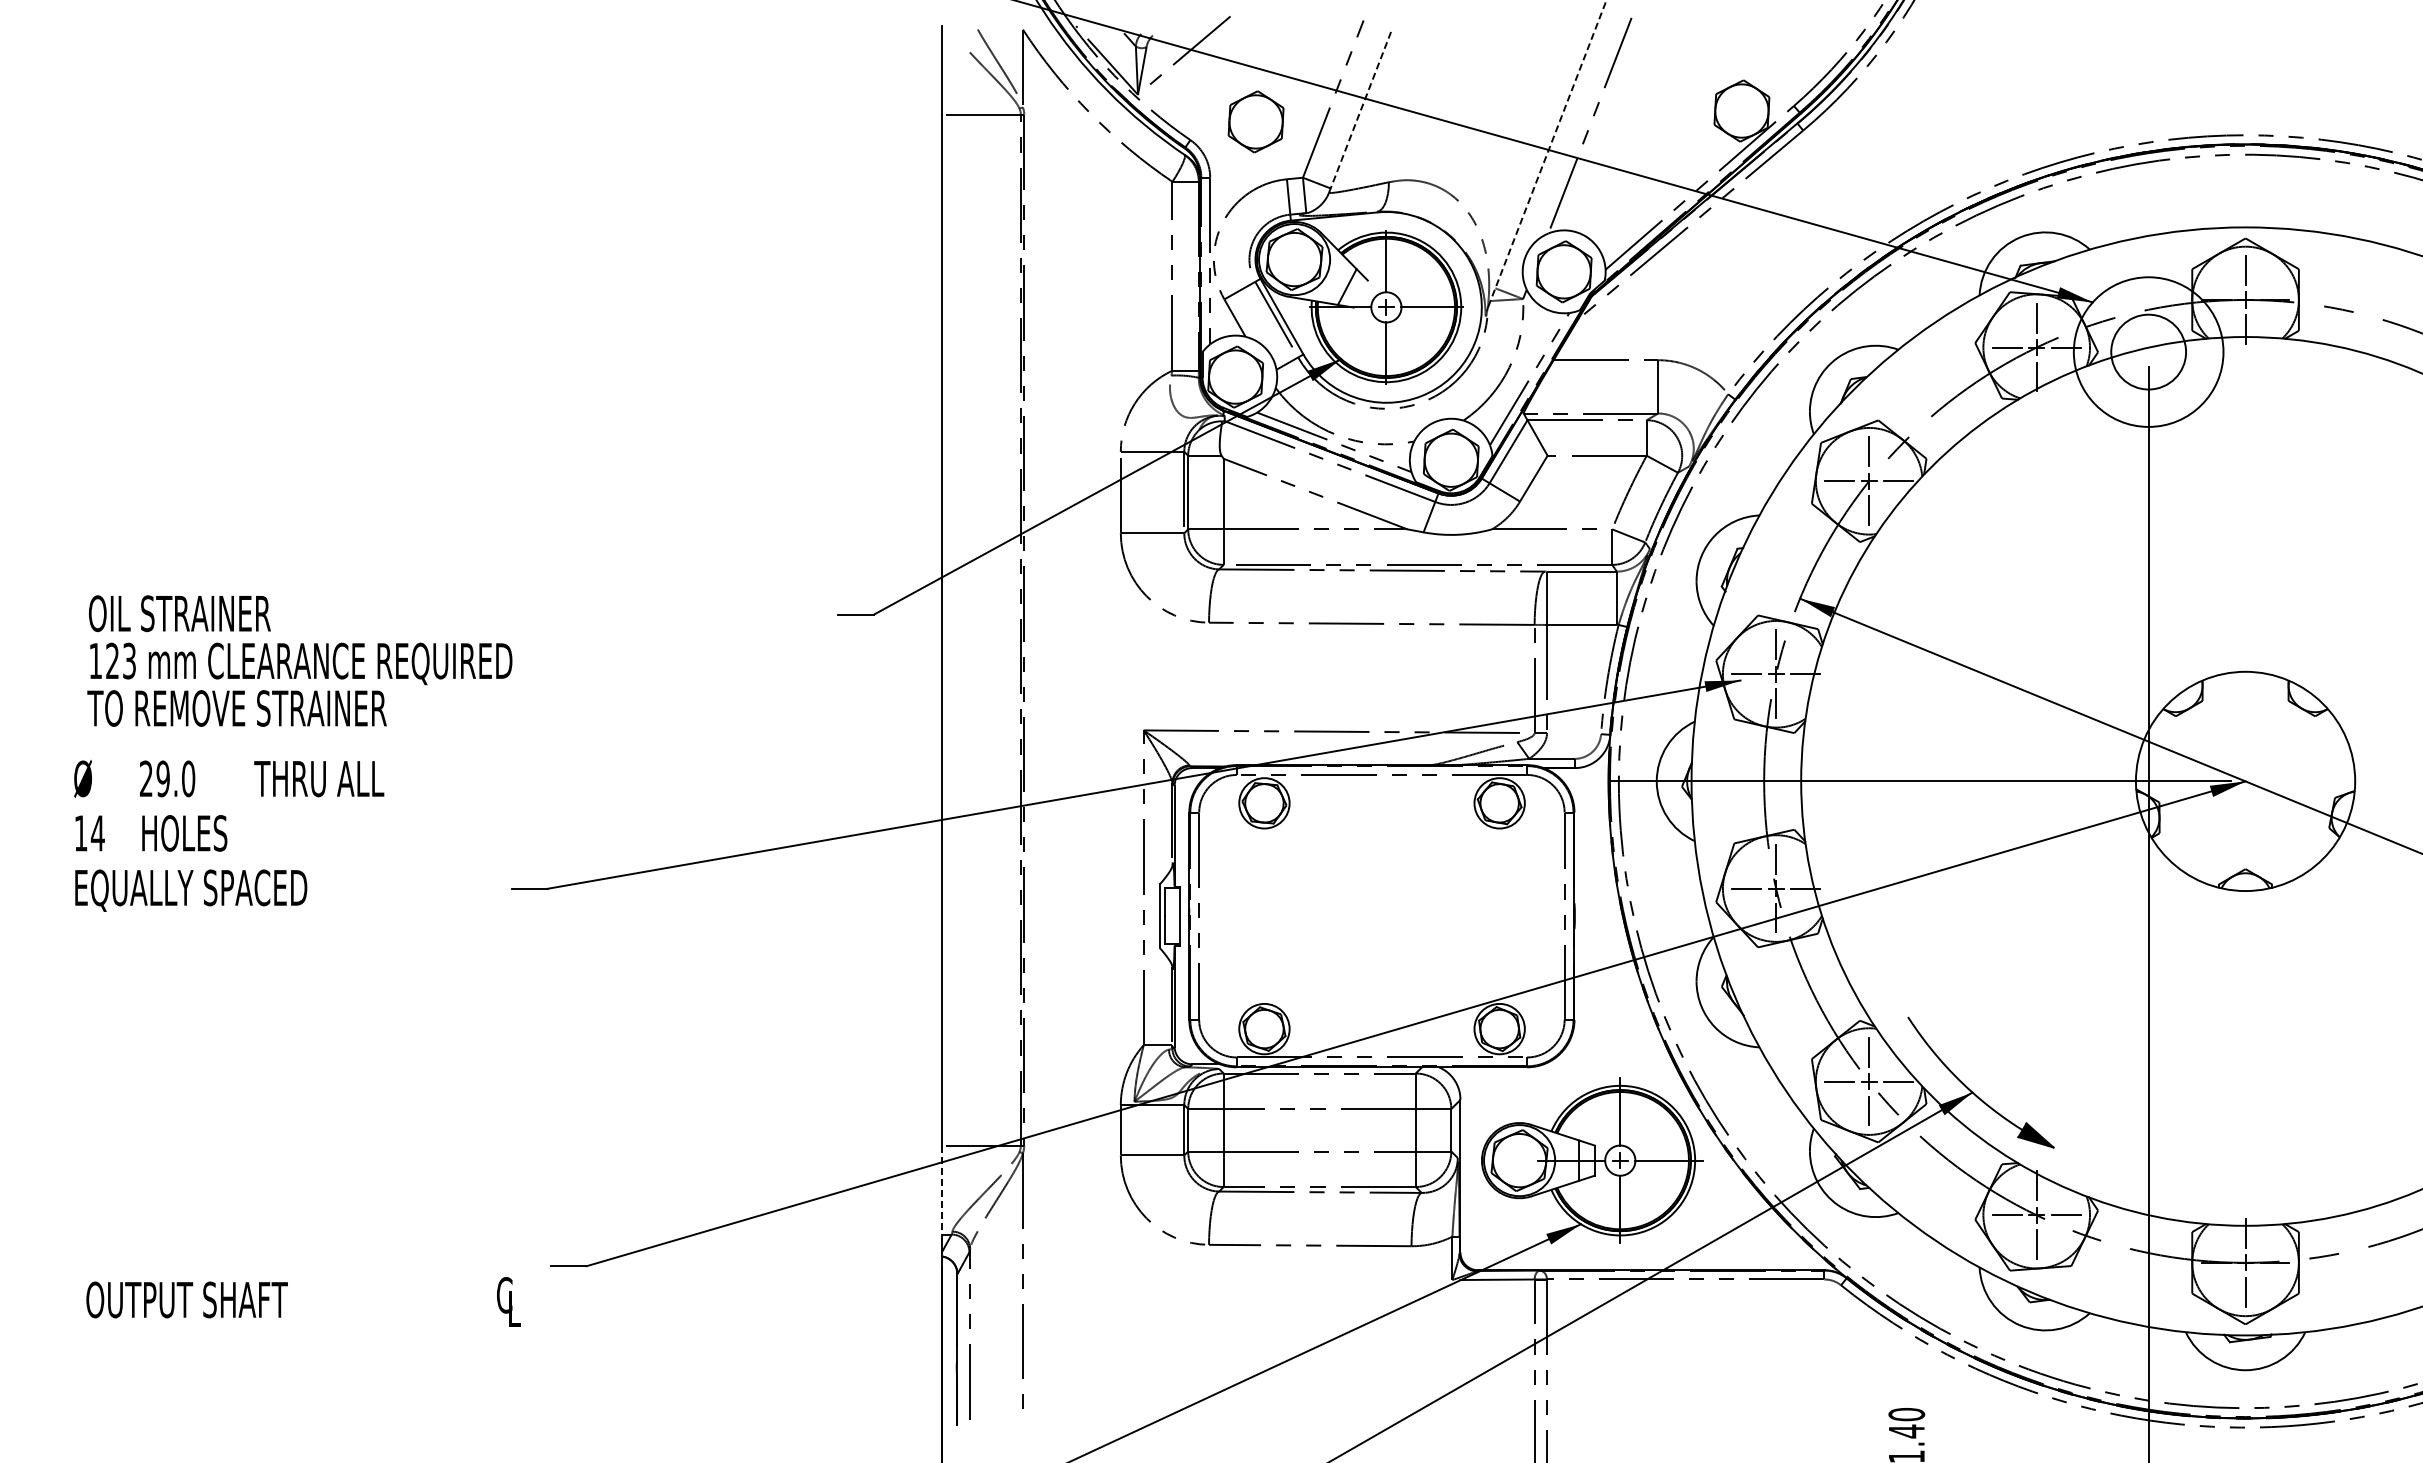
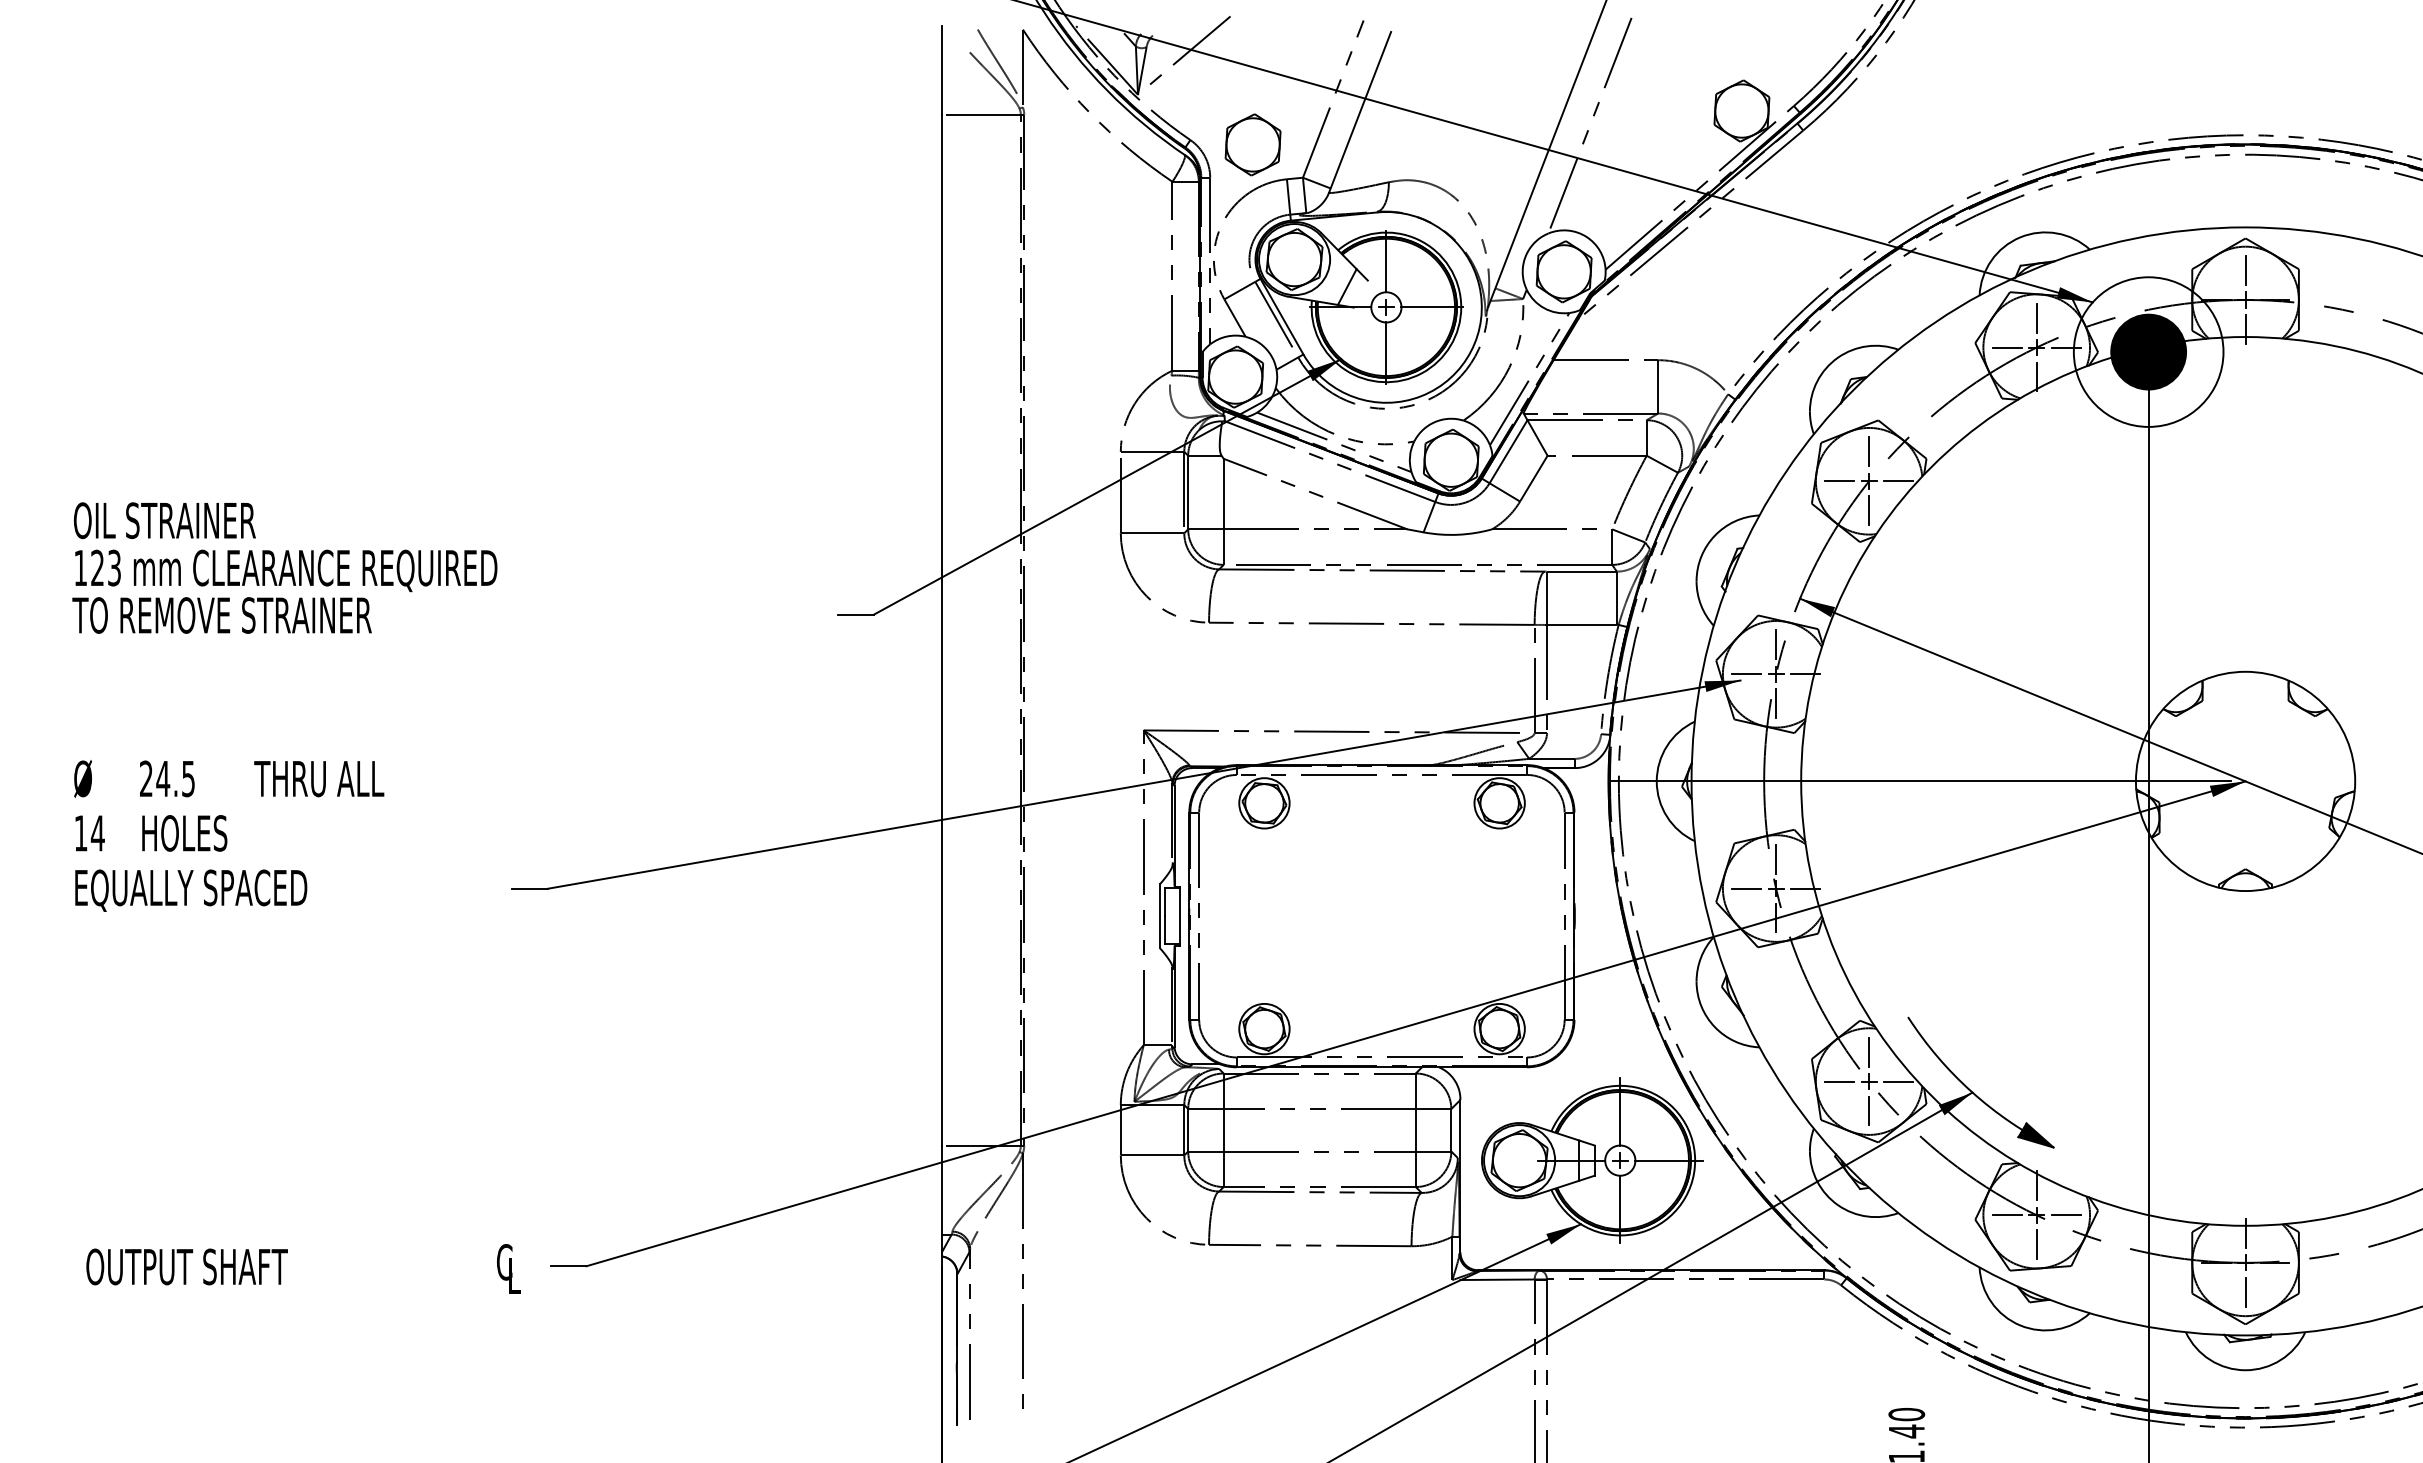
line at (1359, 112): dashed -> solid
part at (1255, 121) position: (1255, 121) -> (1252, 144)
line at (1547, 152): dashed -> solid
fill at (2148, 351): none -> present
text at (299, 660) position: (299, 660) -> (284, 567)
text at (175, 778): 29.0 -> 24.5
line at (942, 1190): dashed -> solid
text at (303, 1301) position: (303, 1301) -> (303, 1268)
